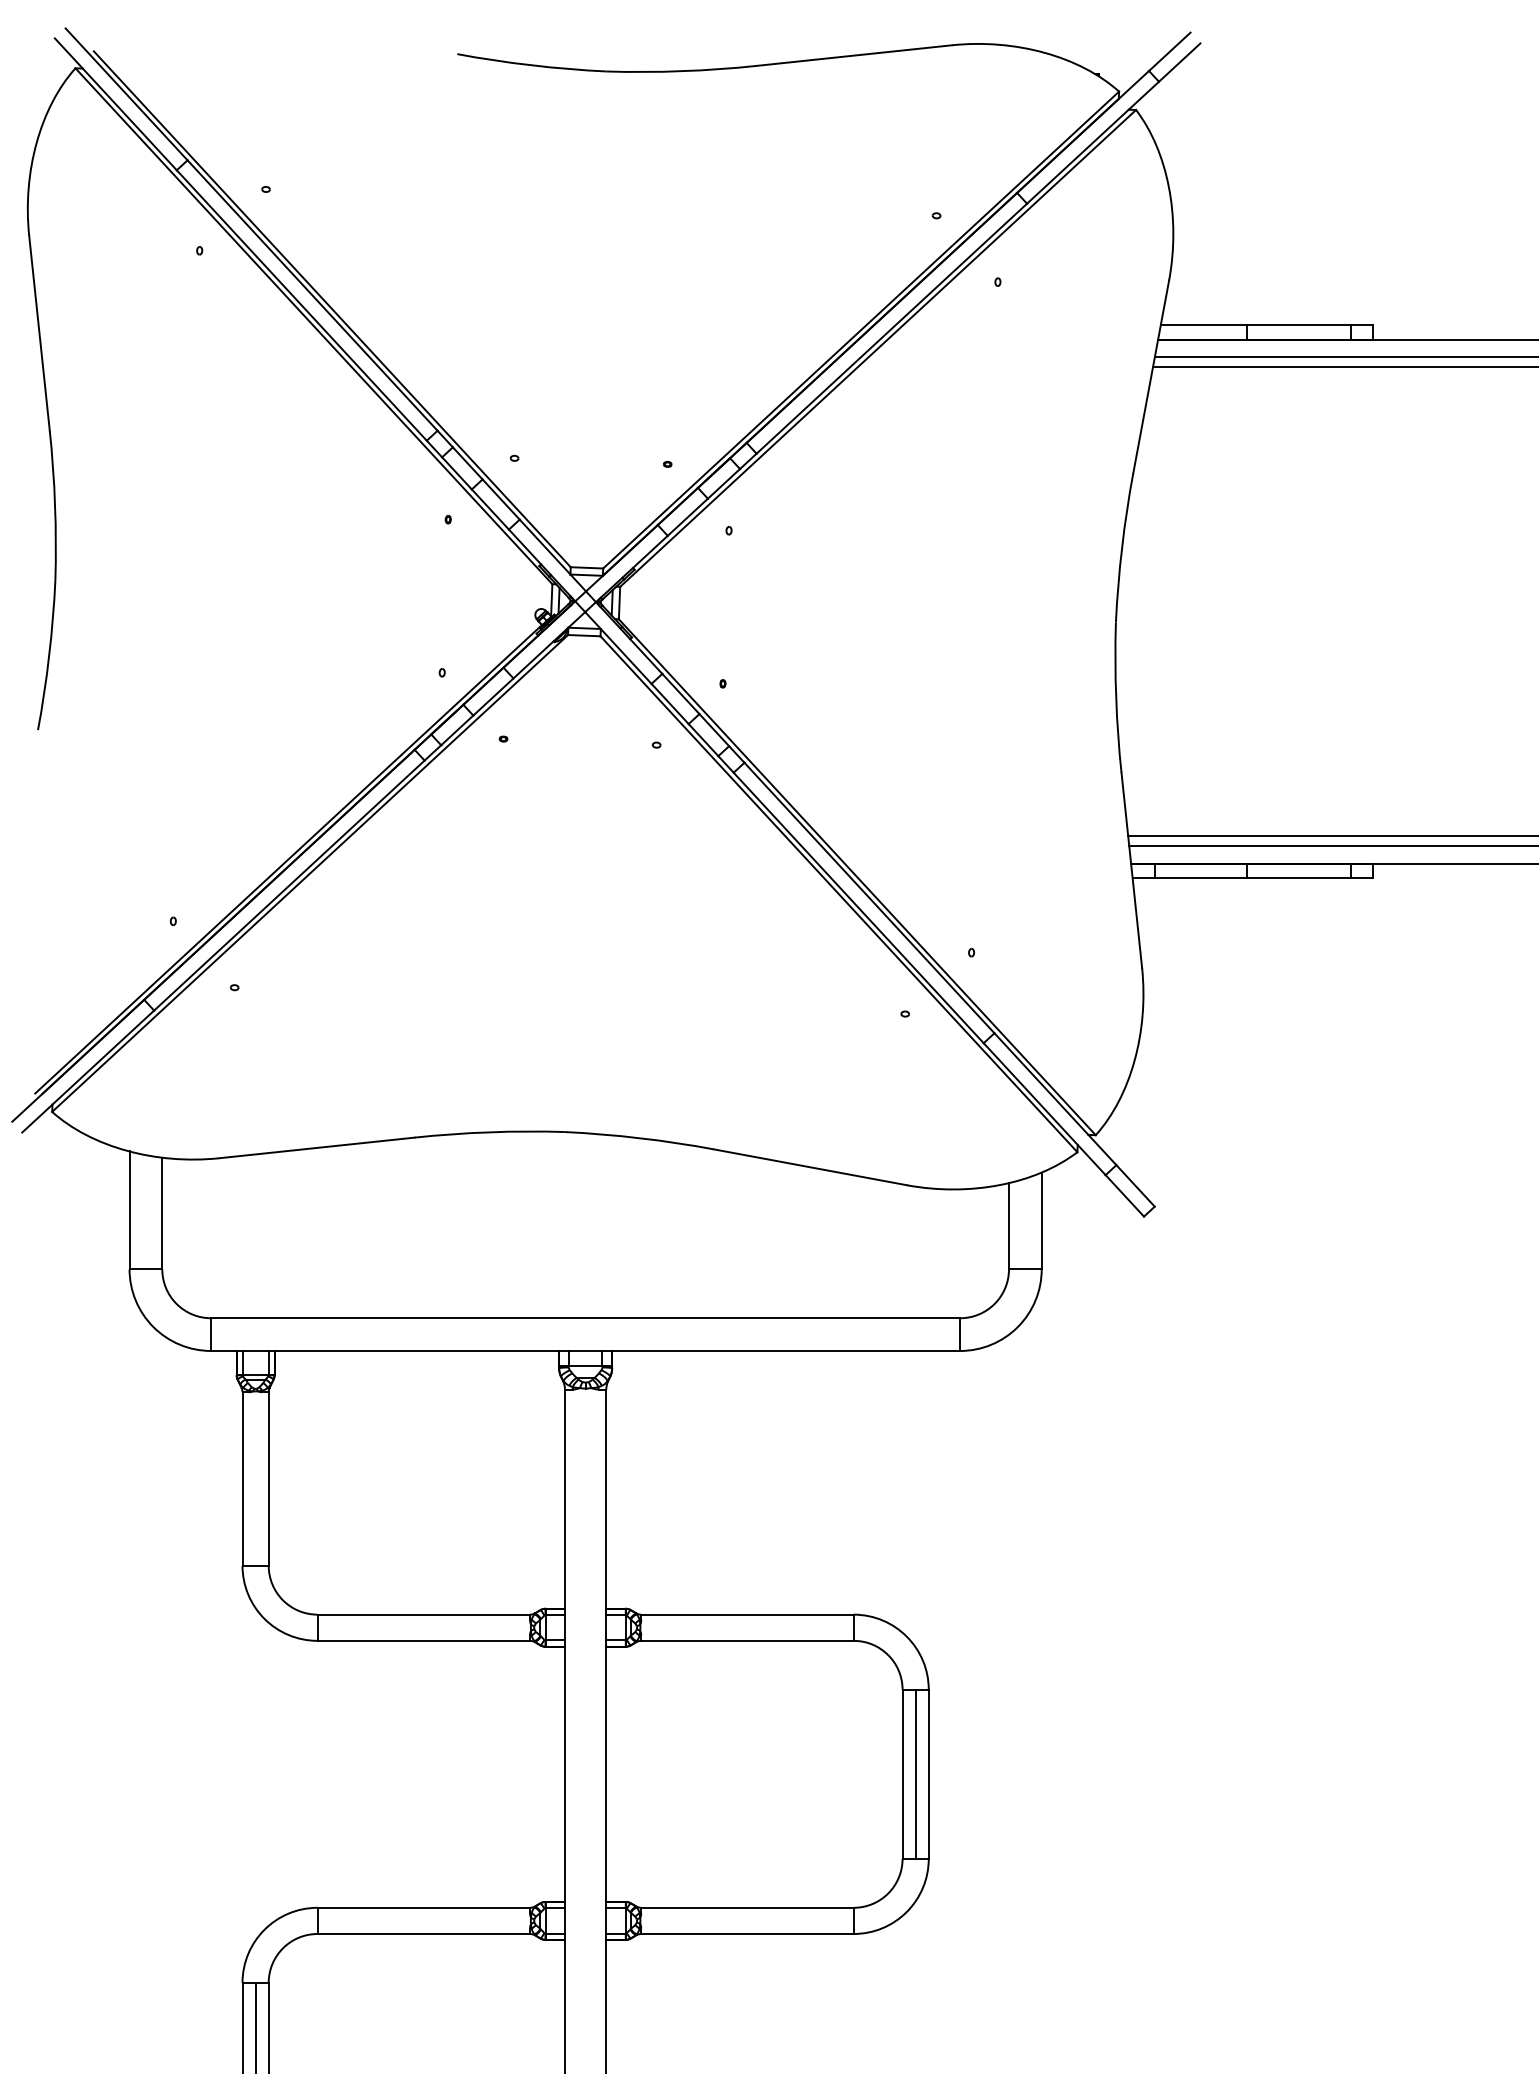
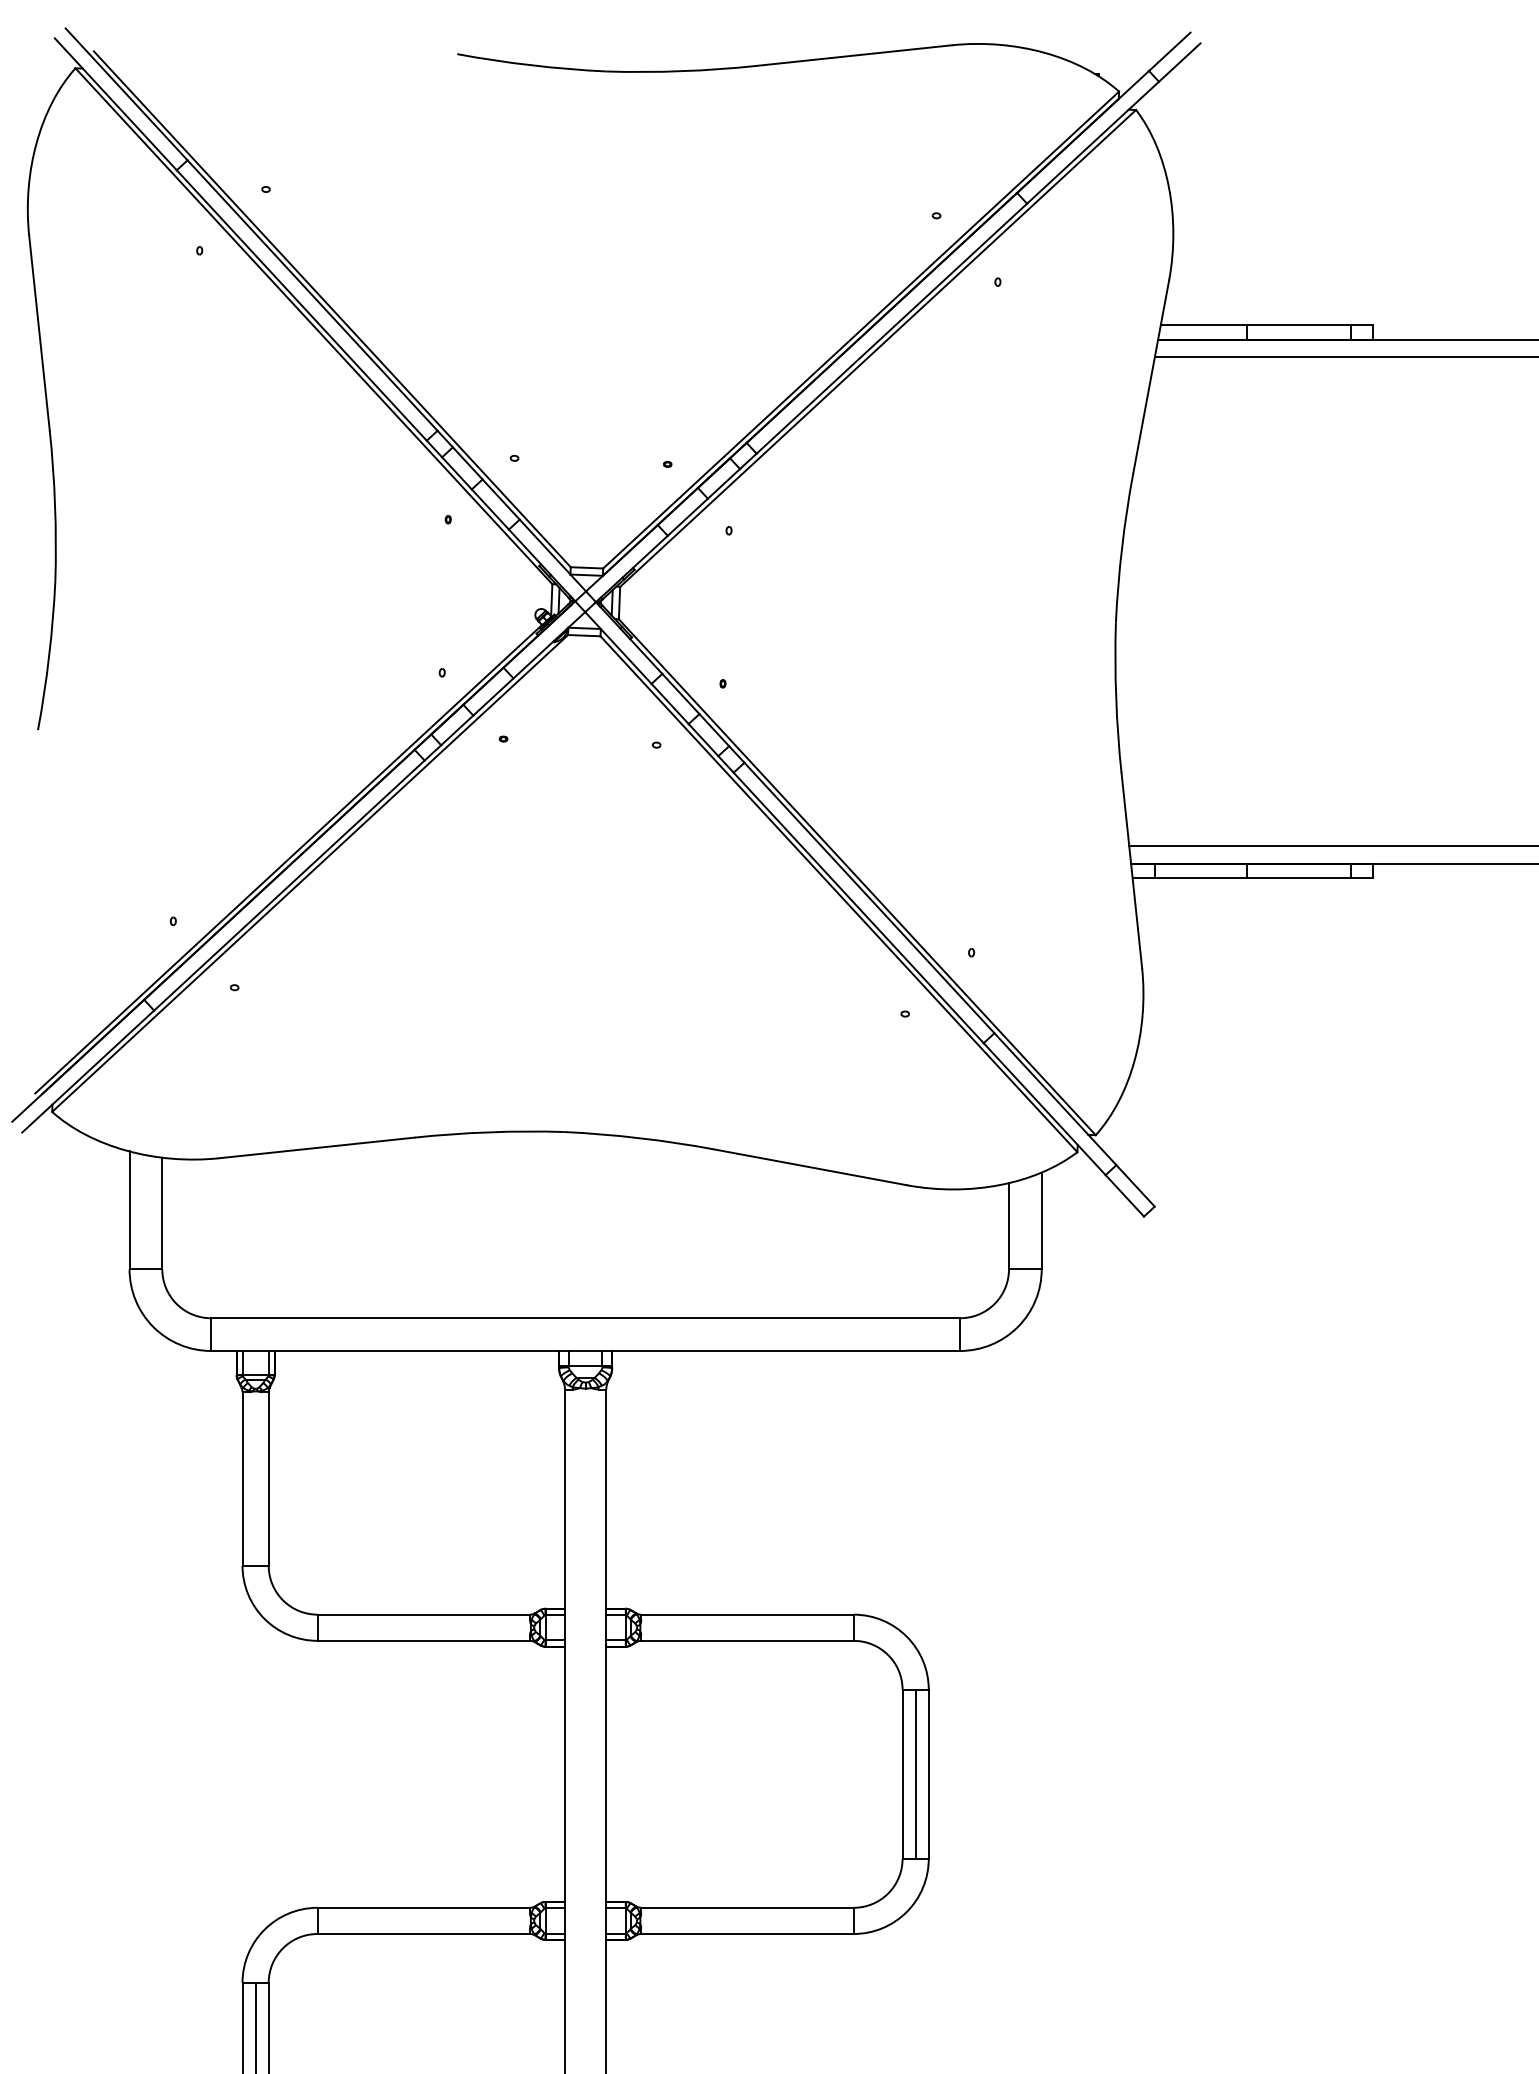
line at (1343, 367): present -> none
line at (1331, 836): present -> none
